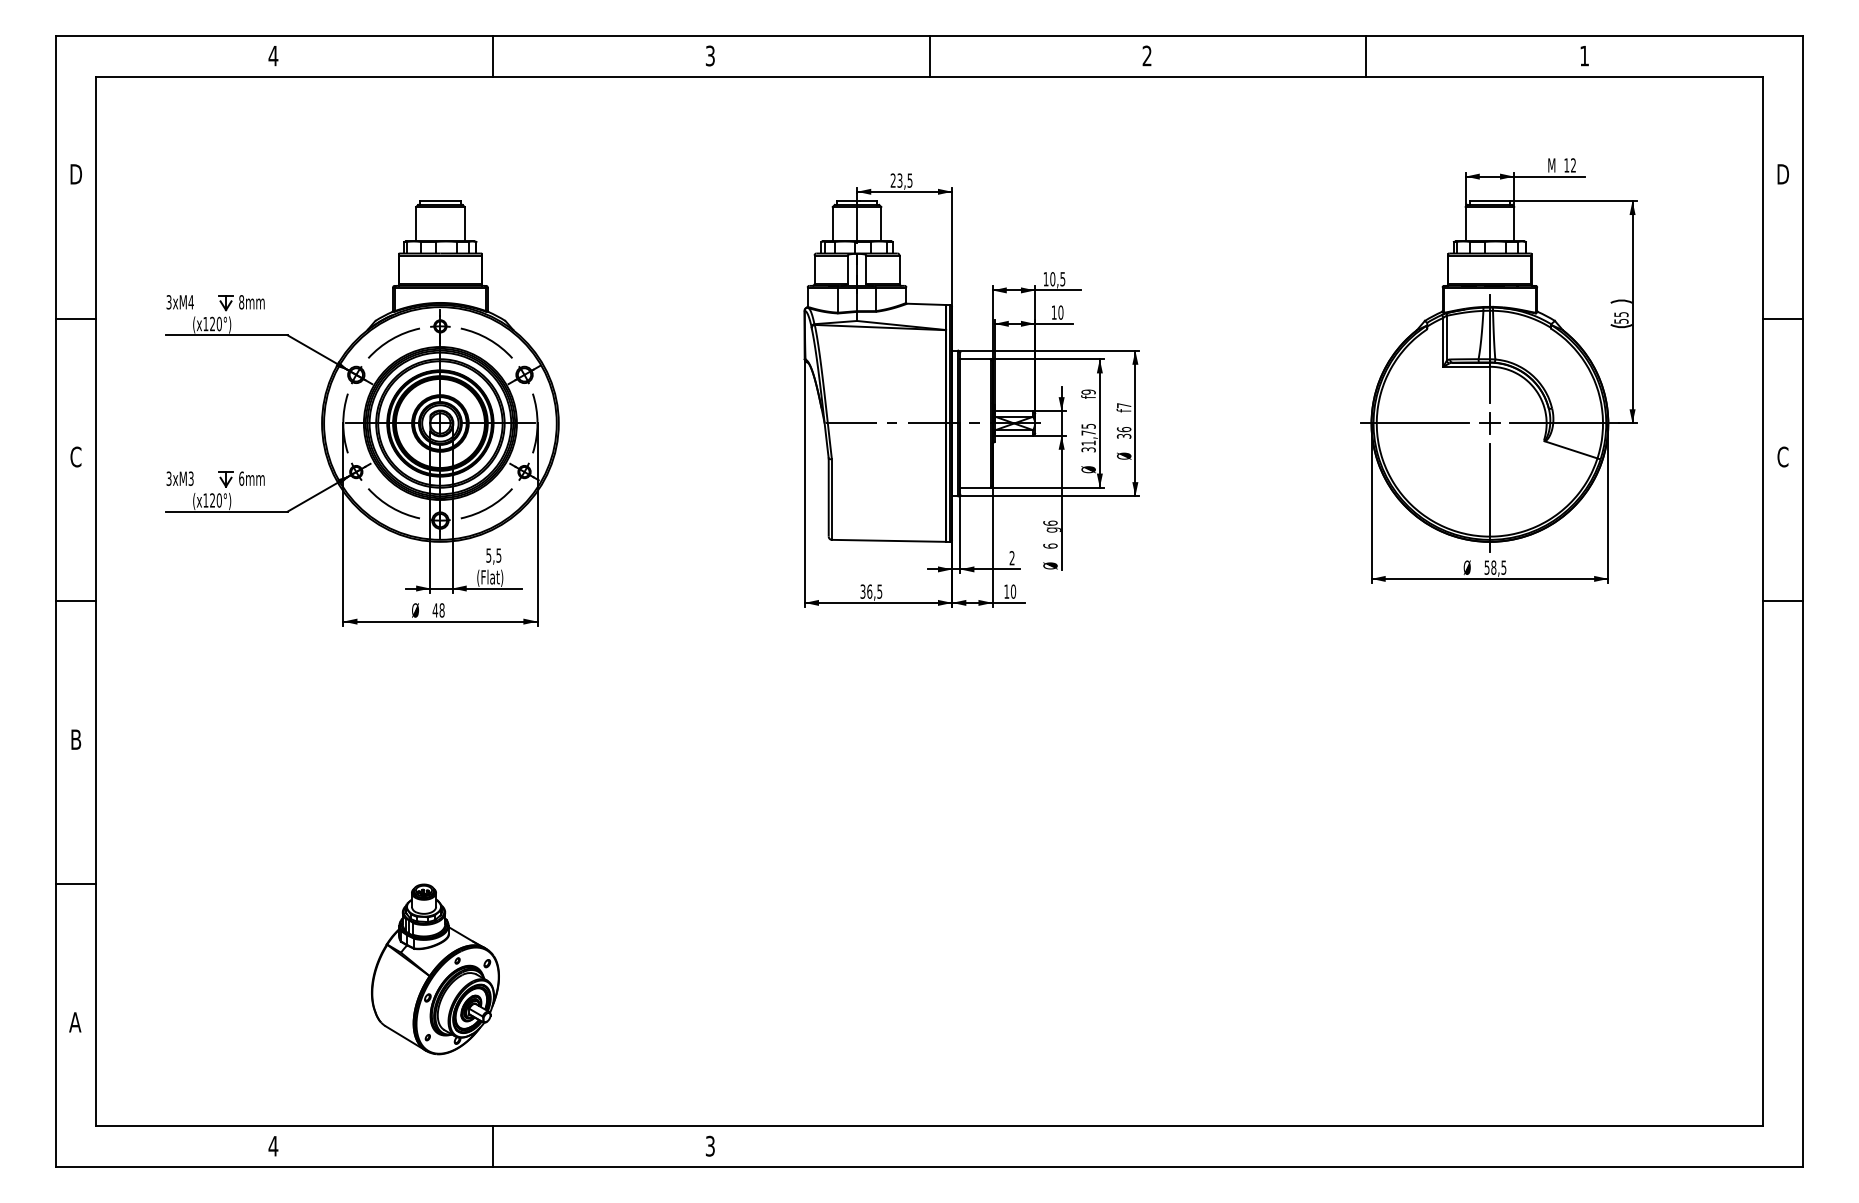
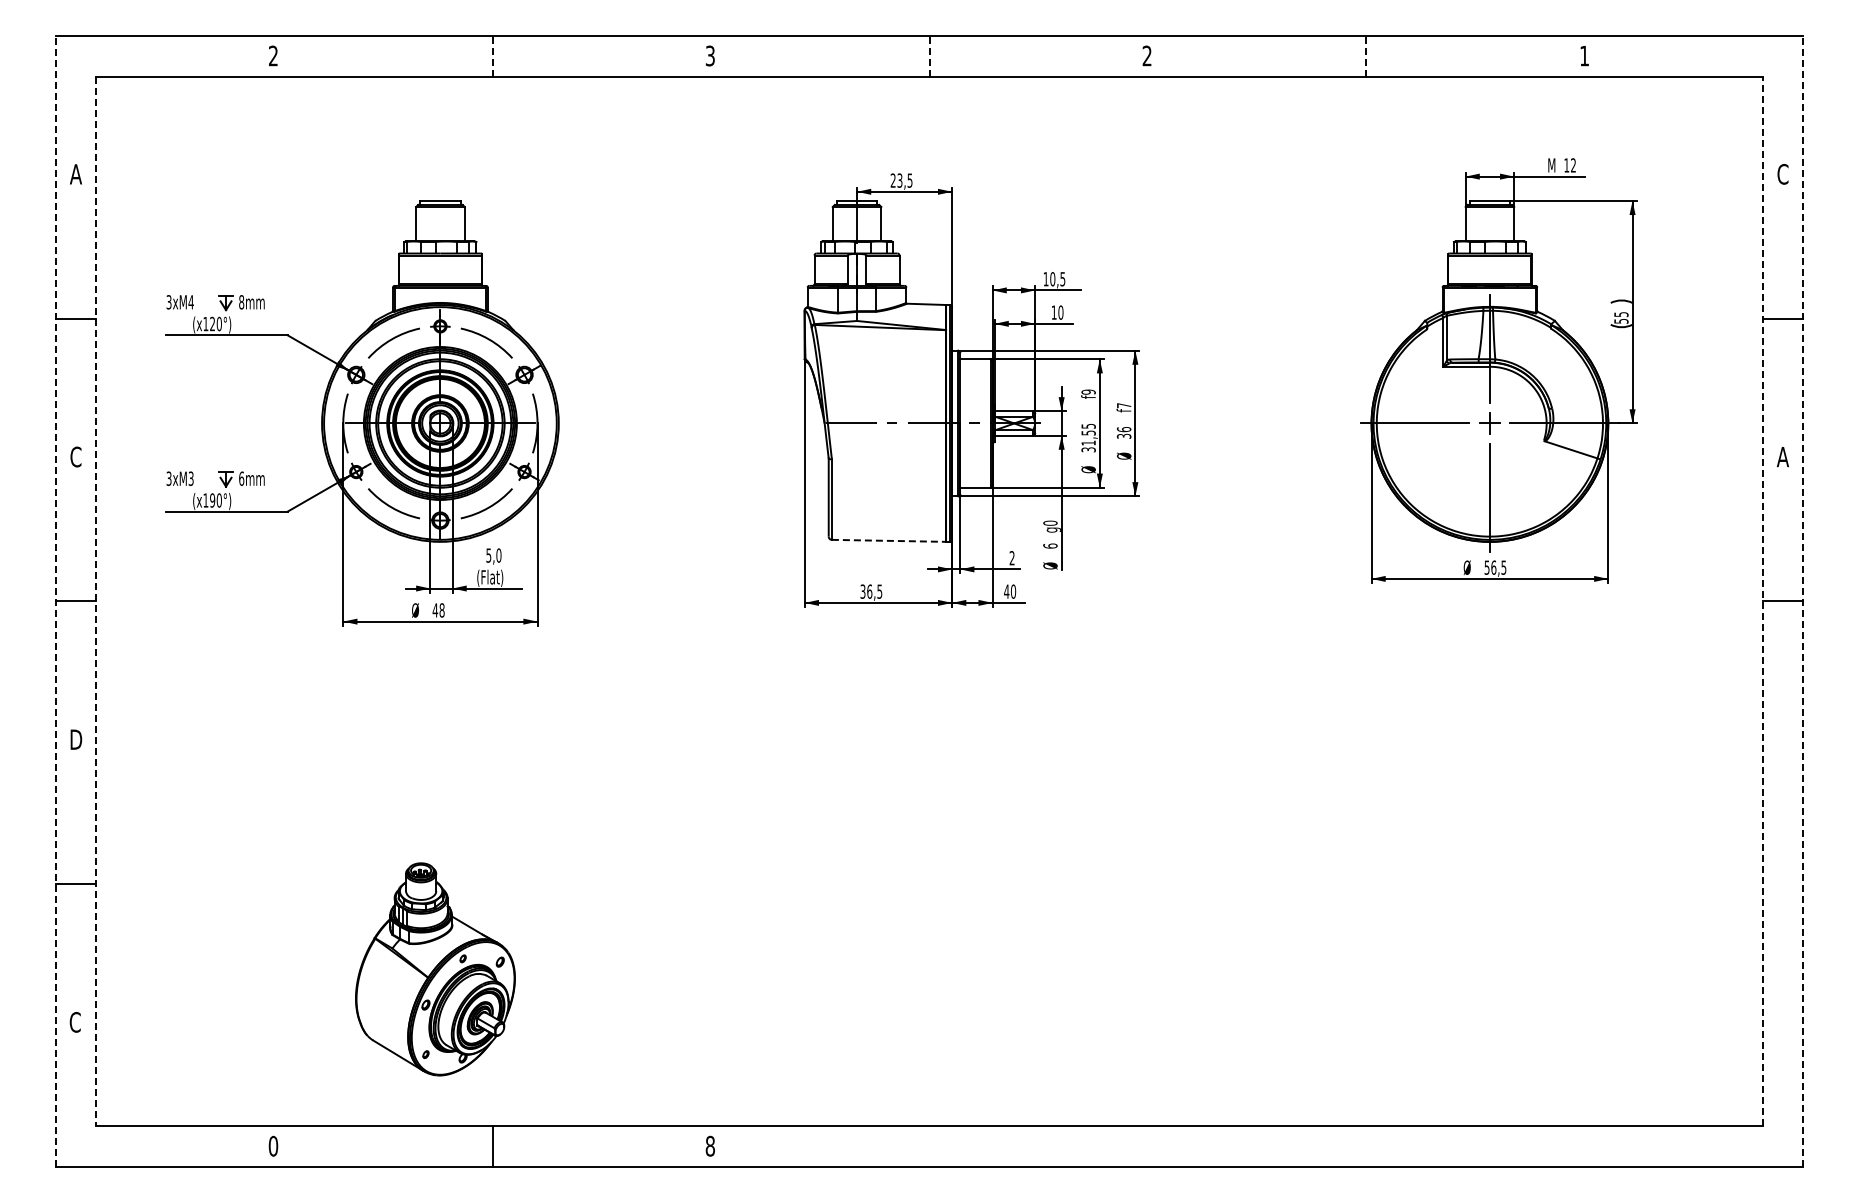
text at (273, 55): 4 -> 2
line at (492, 55): solid -> dashed
line at (929, 55): solid -> dashed
line at (1366, 55): solid -> dashed
text at (1782, 173): D -> C
text at (75, 174): D -> A
text at (1088, 432): 31,75 -> 31,55
text at (1782, 456): C -> A
text at (212, 500): (x120°) -> (x190°)
text at (1050, 522): g6 -> g0
line at (889, 540): solid -> dashed
text at (498, 555): 5,5 -> 5,0
text at (1493, 567): 58,5 -> 56,5
text at (1006, 591): 10 -> 40
line at (55, 601): solid -> dashed
line at (96, 601): solid -> dashed
line at (1762, 601): solid -> dashed
line at (1803, 601): solid -> dashed
text at (76, 739): B -> D
part at (435, 969) size: 129x173 px -> 161x215 px
text at (75, 1022): A -> C
text at (273, 1145): 4 -> 0
text at (709, 1146): 3 -> 8
